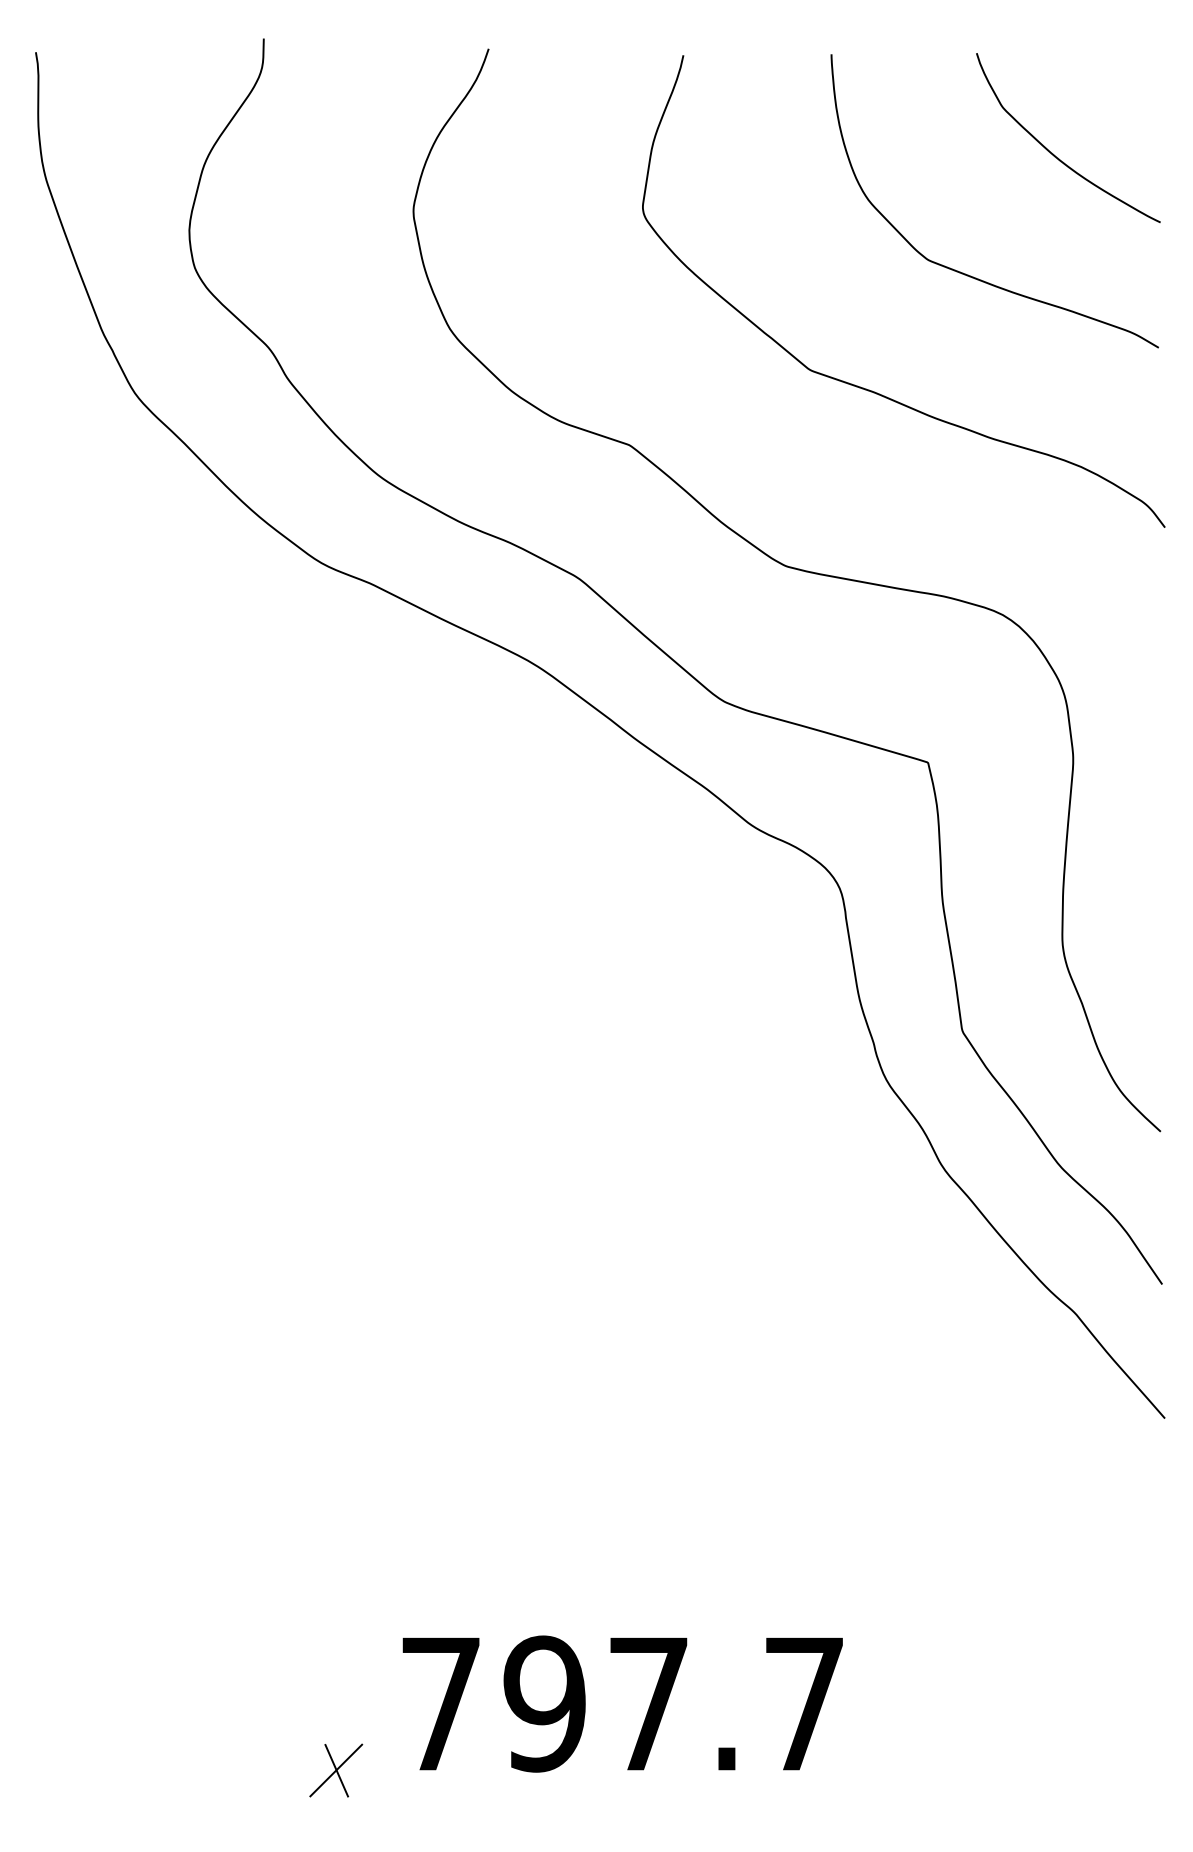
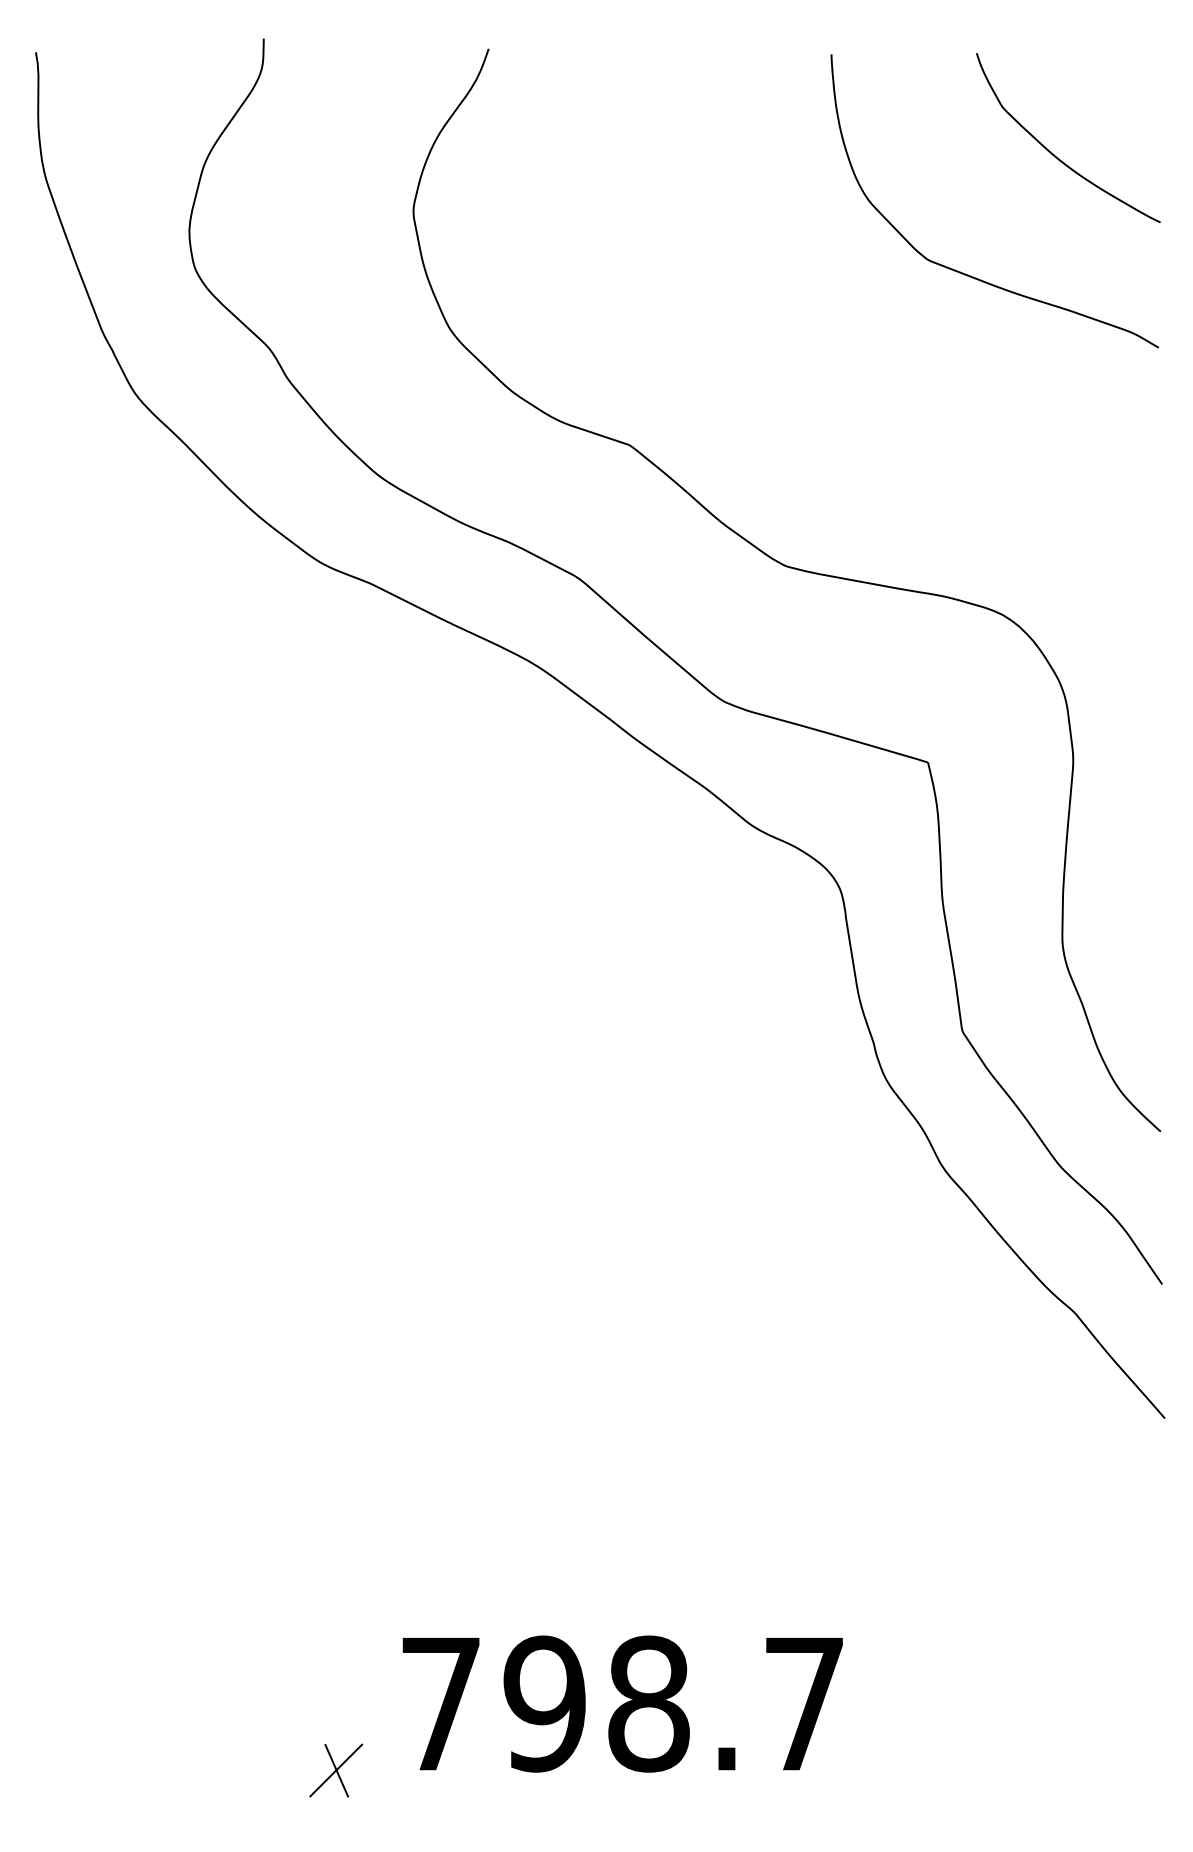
curve at (869, 389): present -> none
text at (648, 1703): 797.7 -> 798.7
